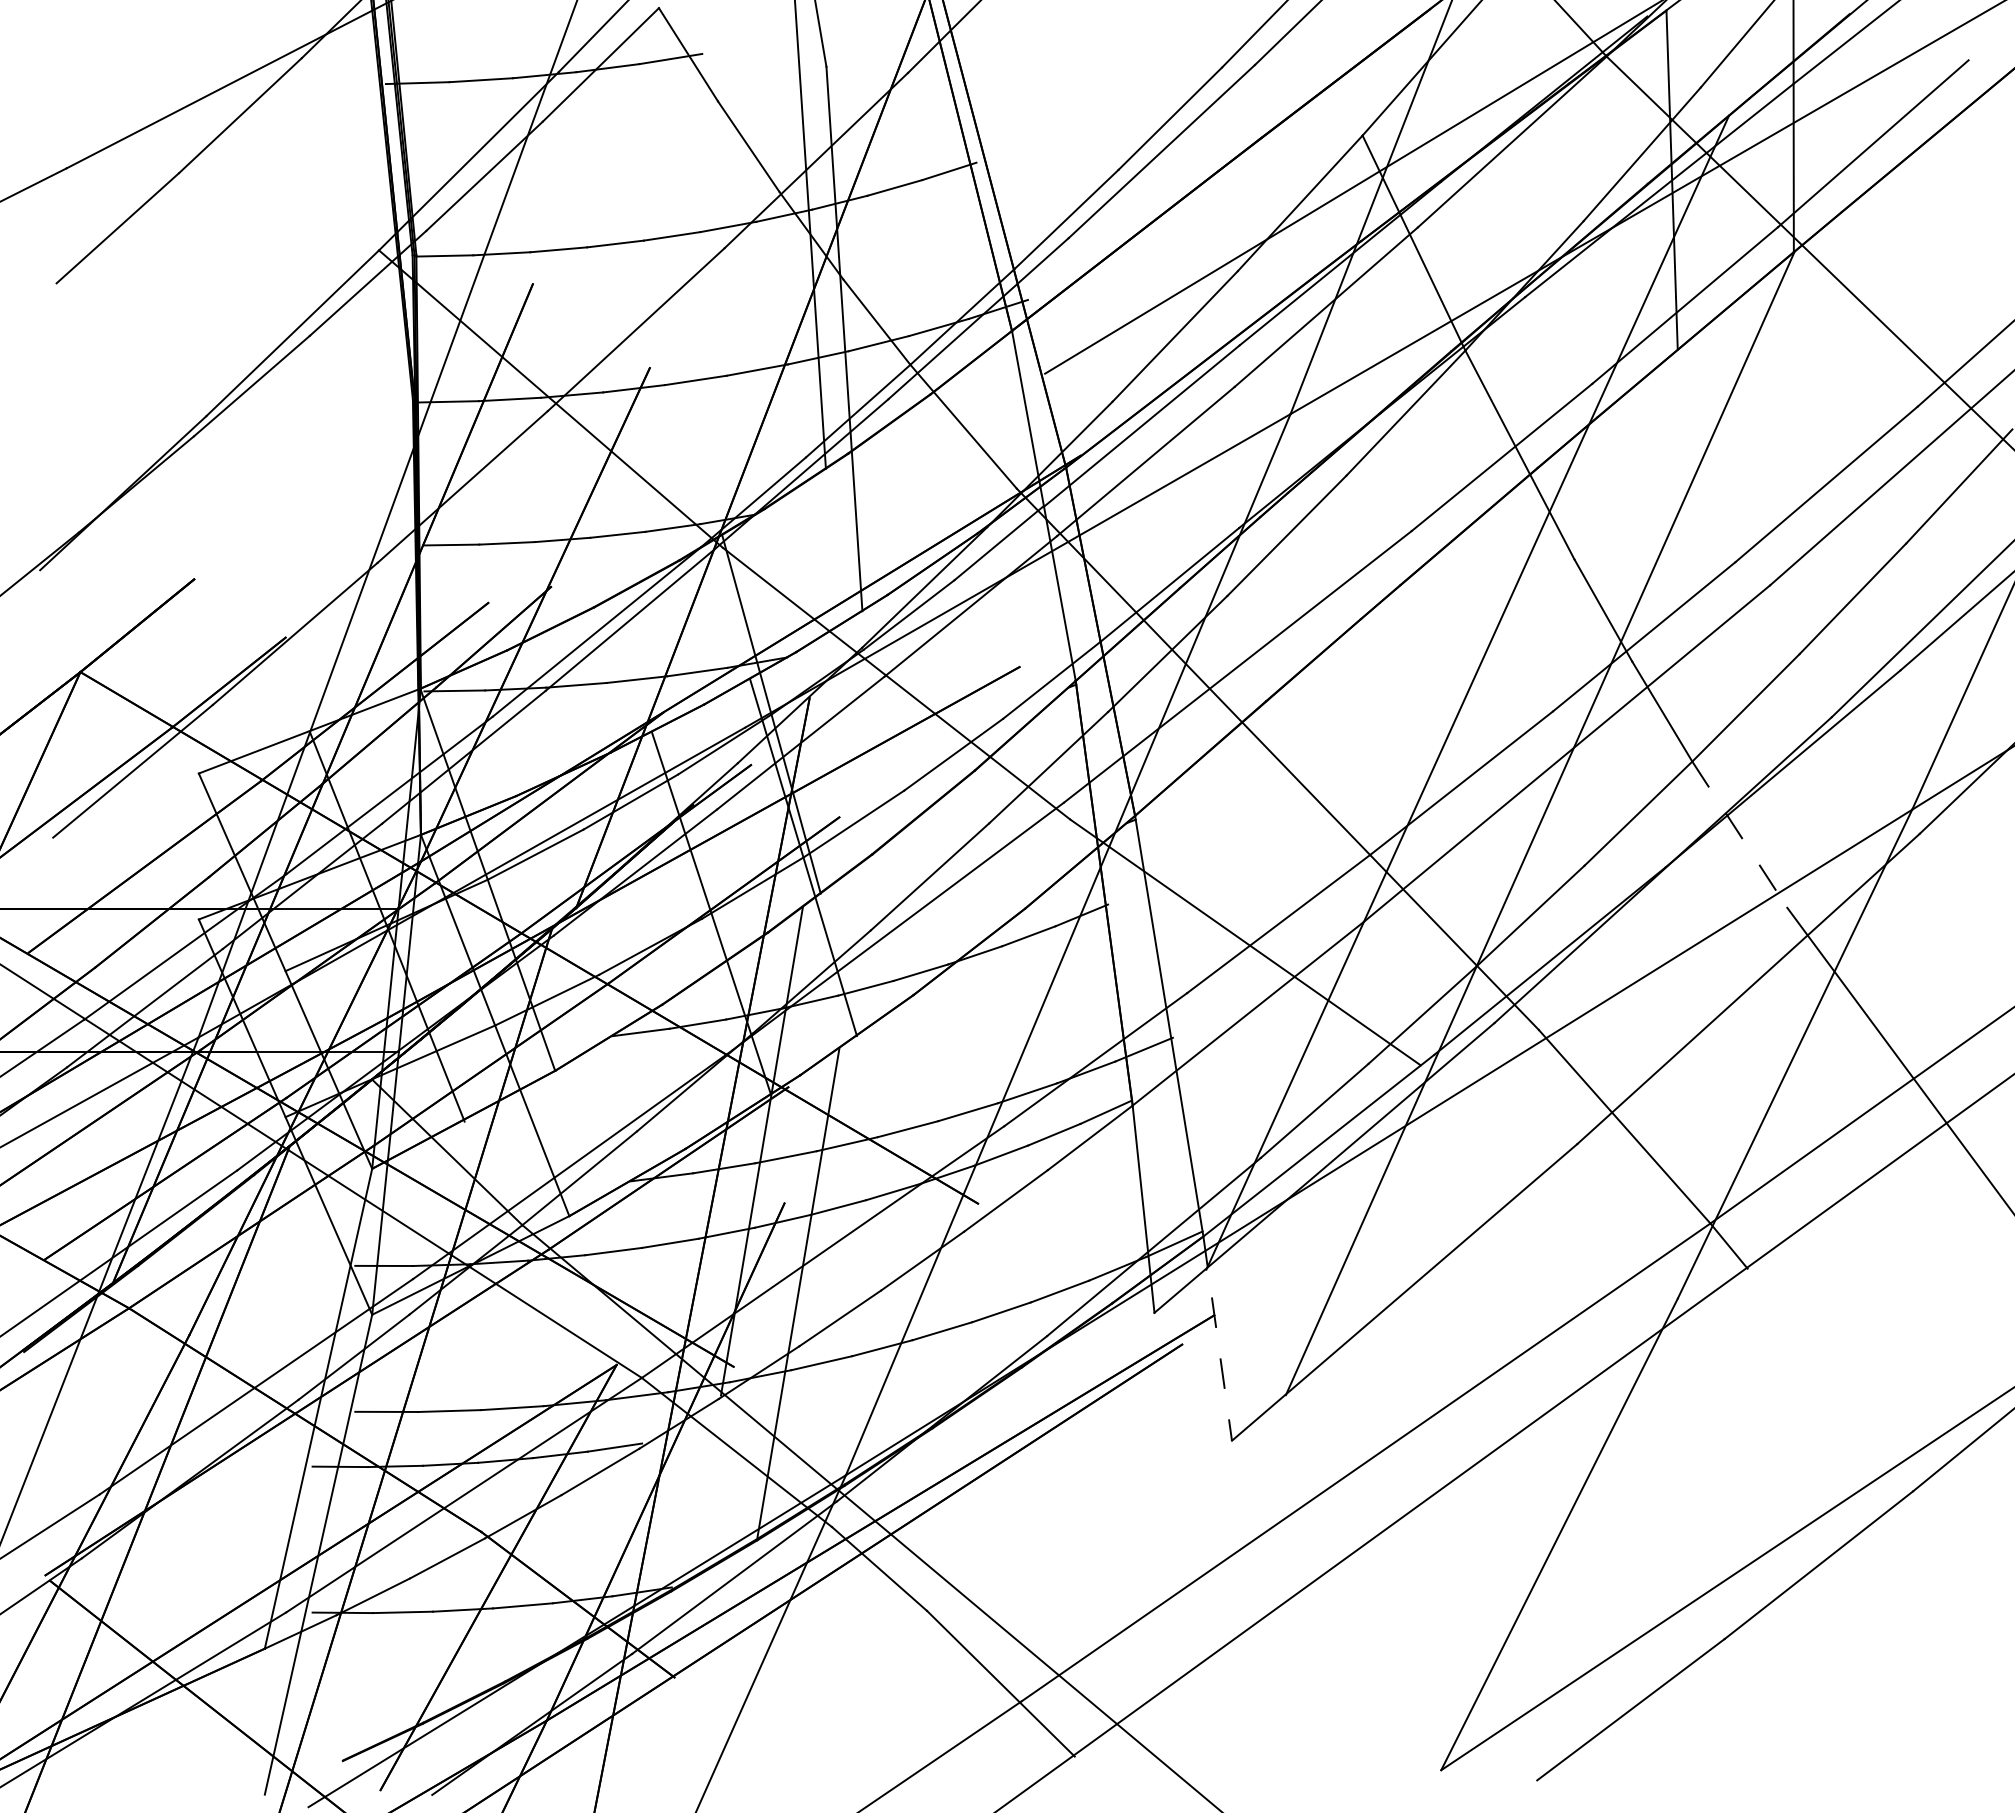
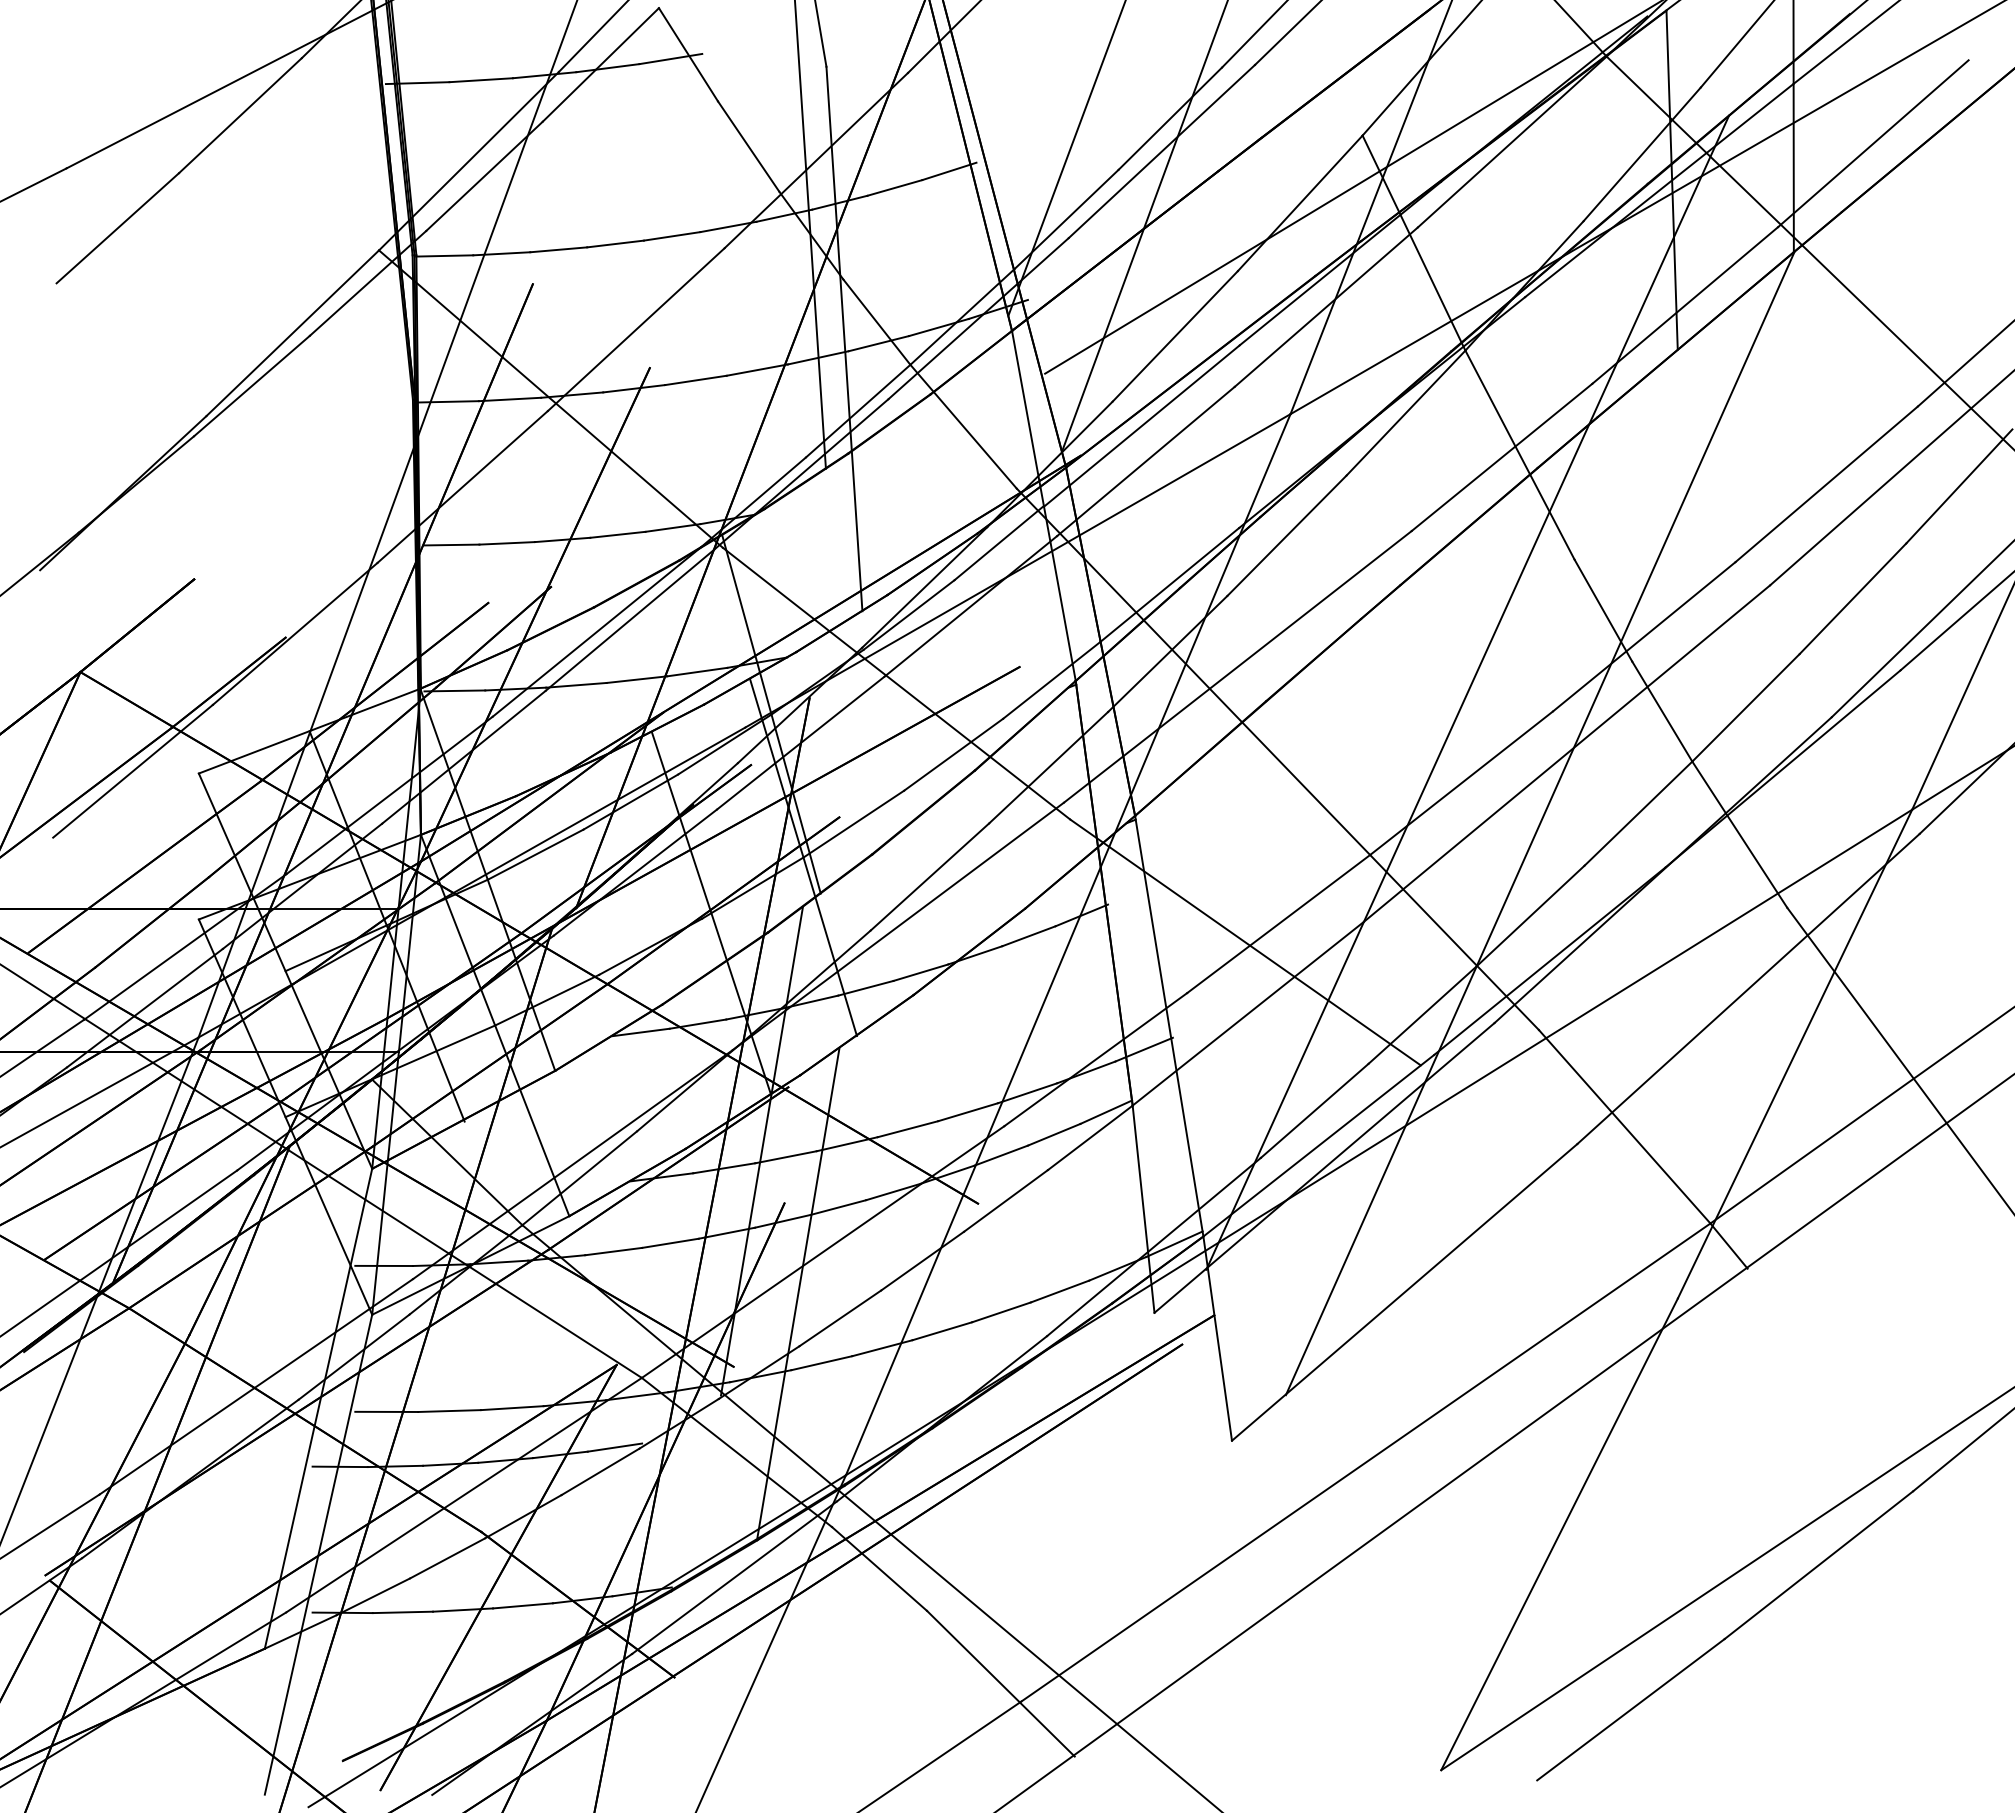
line at (1066, 158): none -> present
line at (1144, 226): none -> present
line at (1740, 835): dashed -> solid
line at (1217, 1339): dashed -> solid
